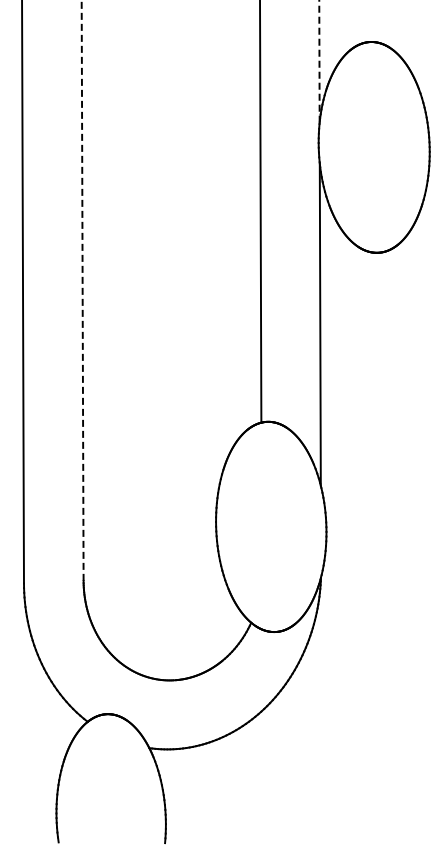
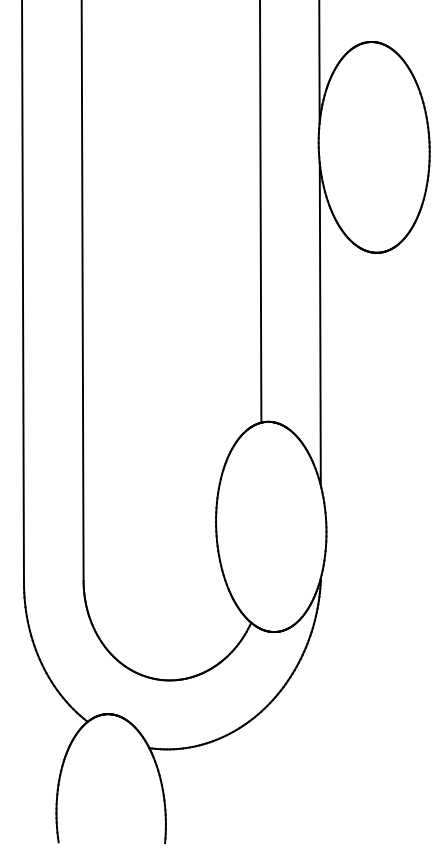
line at (319, 61): dashed -> solid
line at (82, 290): dashed -> solid
